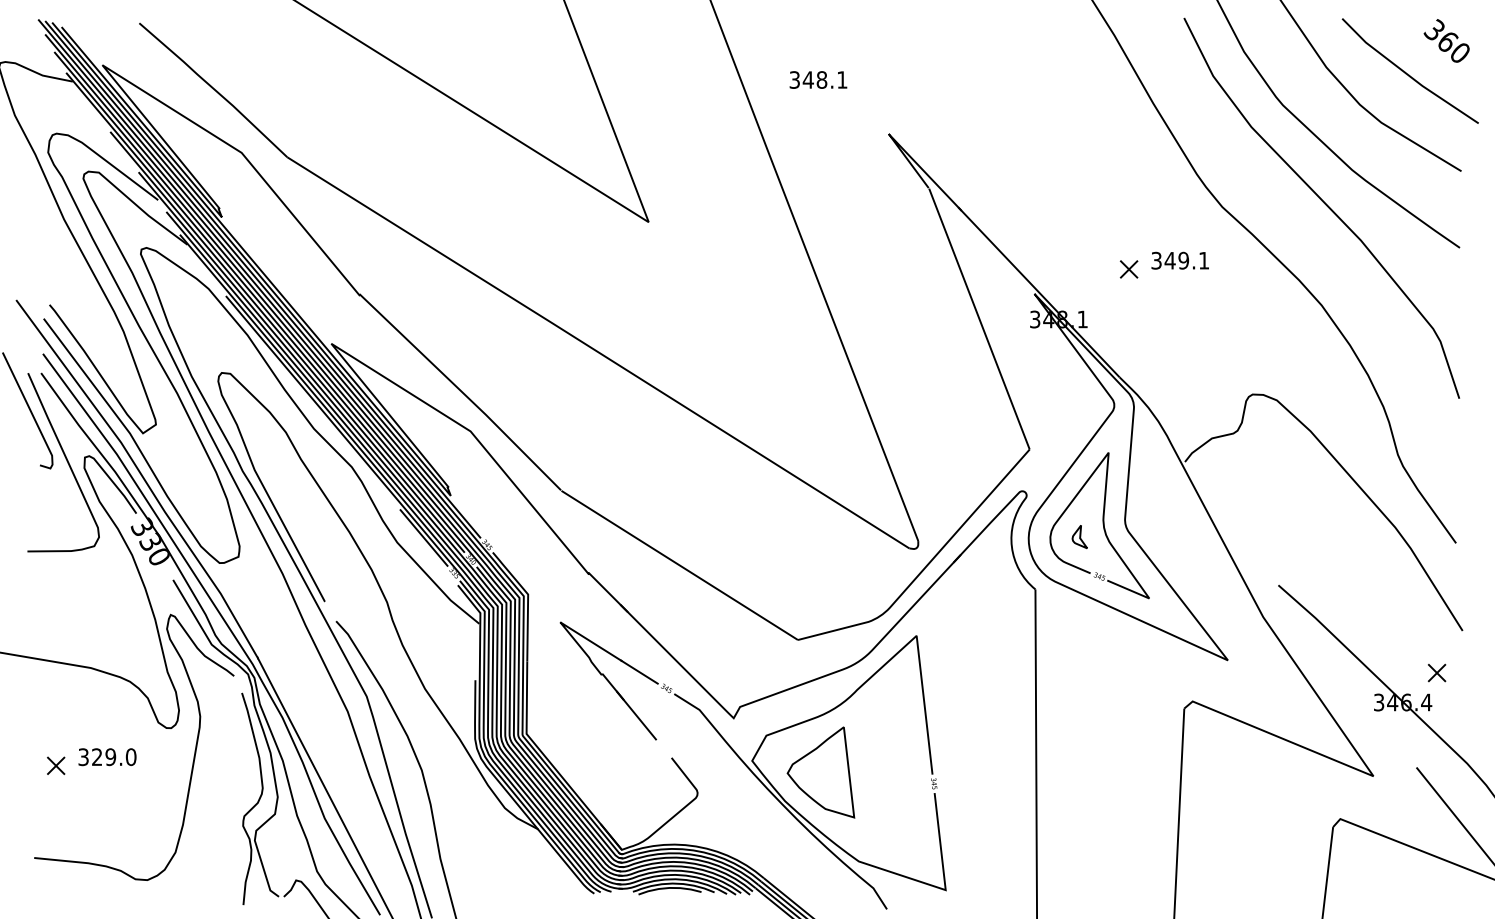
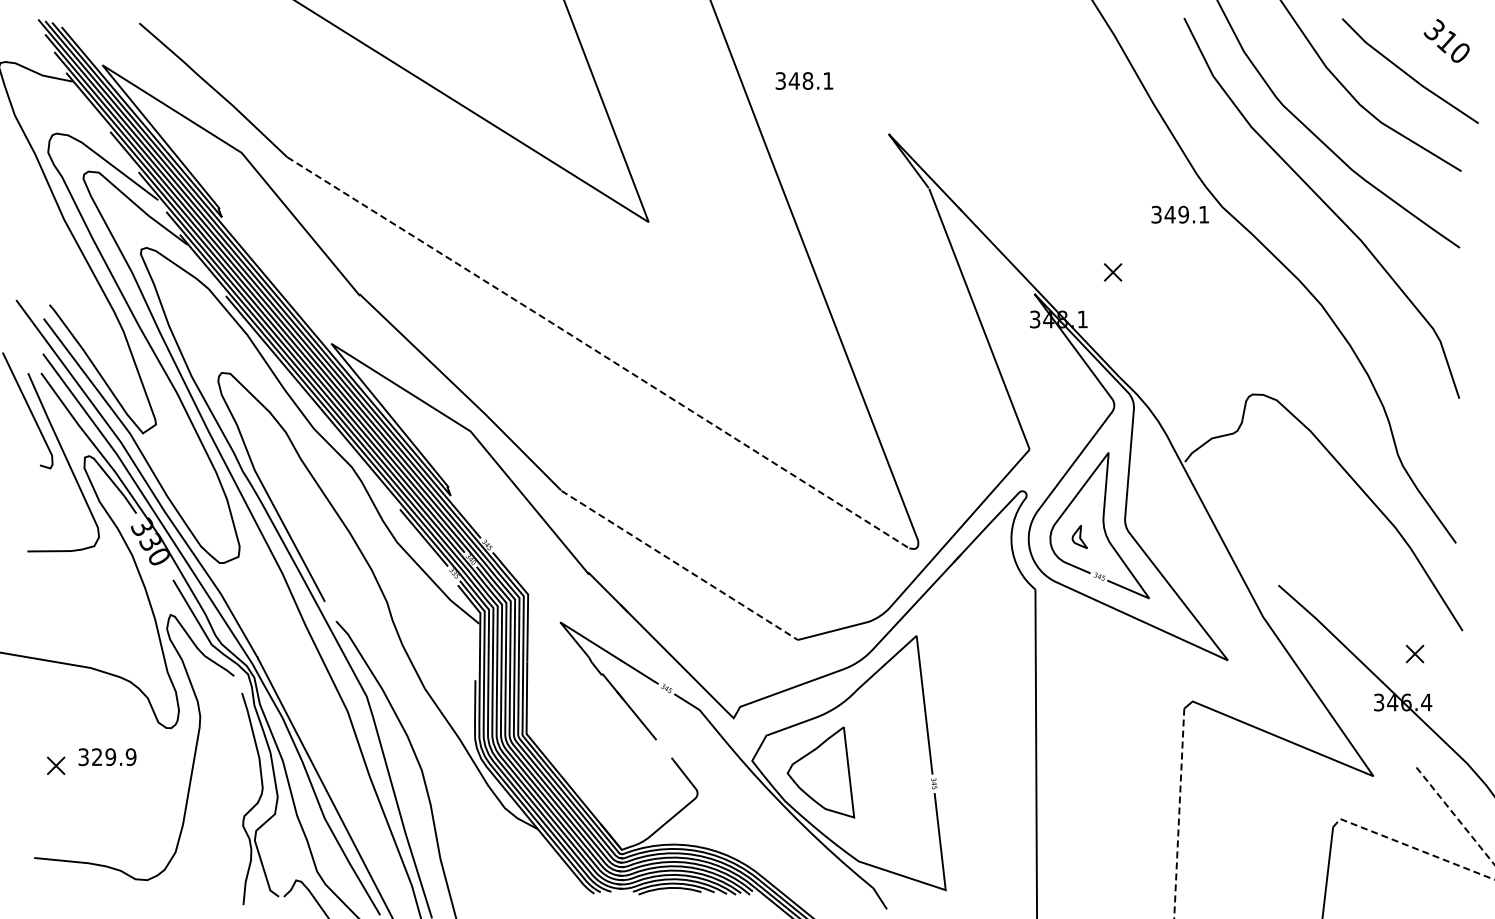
text at (1447, 42): 360 -> 310
text at (818, 79) position: (818, 79) -> (804, 80)
text at (1179, 260) position: (1179, 260) -> (1179, 214)
part at (1128, 269) position: (1128, 269) -> (1112, 272)
line at (599, 352): solid -> dashed
line at (679, 565): solid -> dashed
part at (1436, 672) position: (1436, 672) -> (1414, 653)
text at (130, 757): 329.0 -> 329.9
line at (1179, 813): solid -> dashed
line at (1470, 870): solid -> dashed
